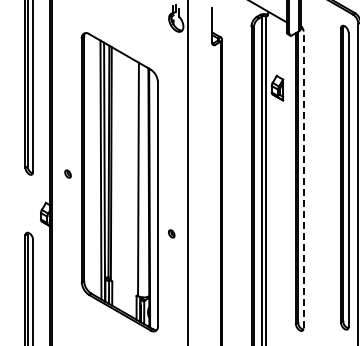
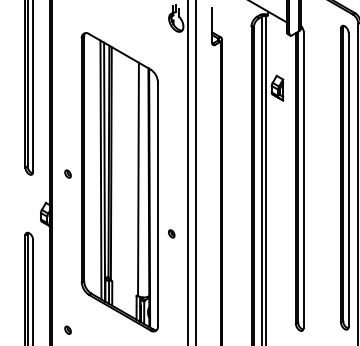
line at (195, 172): none -> present
line at (303, 179): dashed -> solid
part at (67, 329): none -> present
